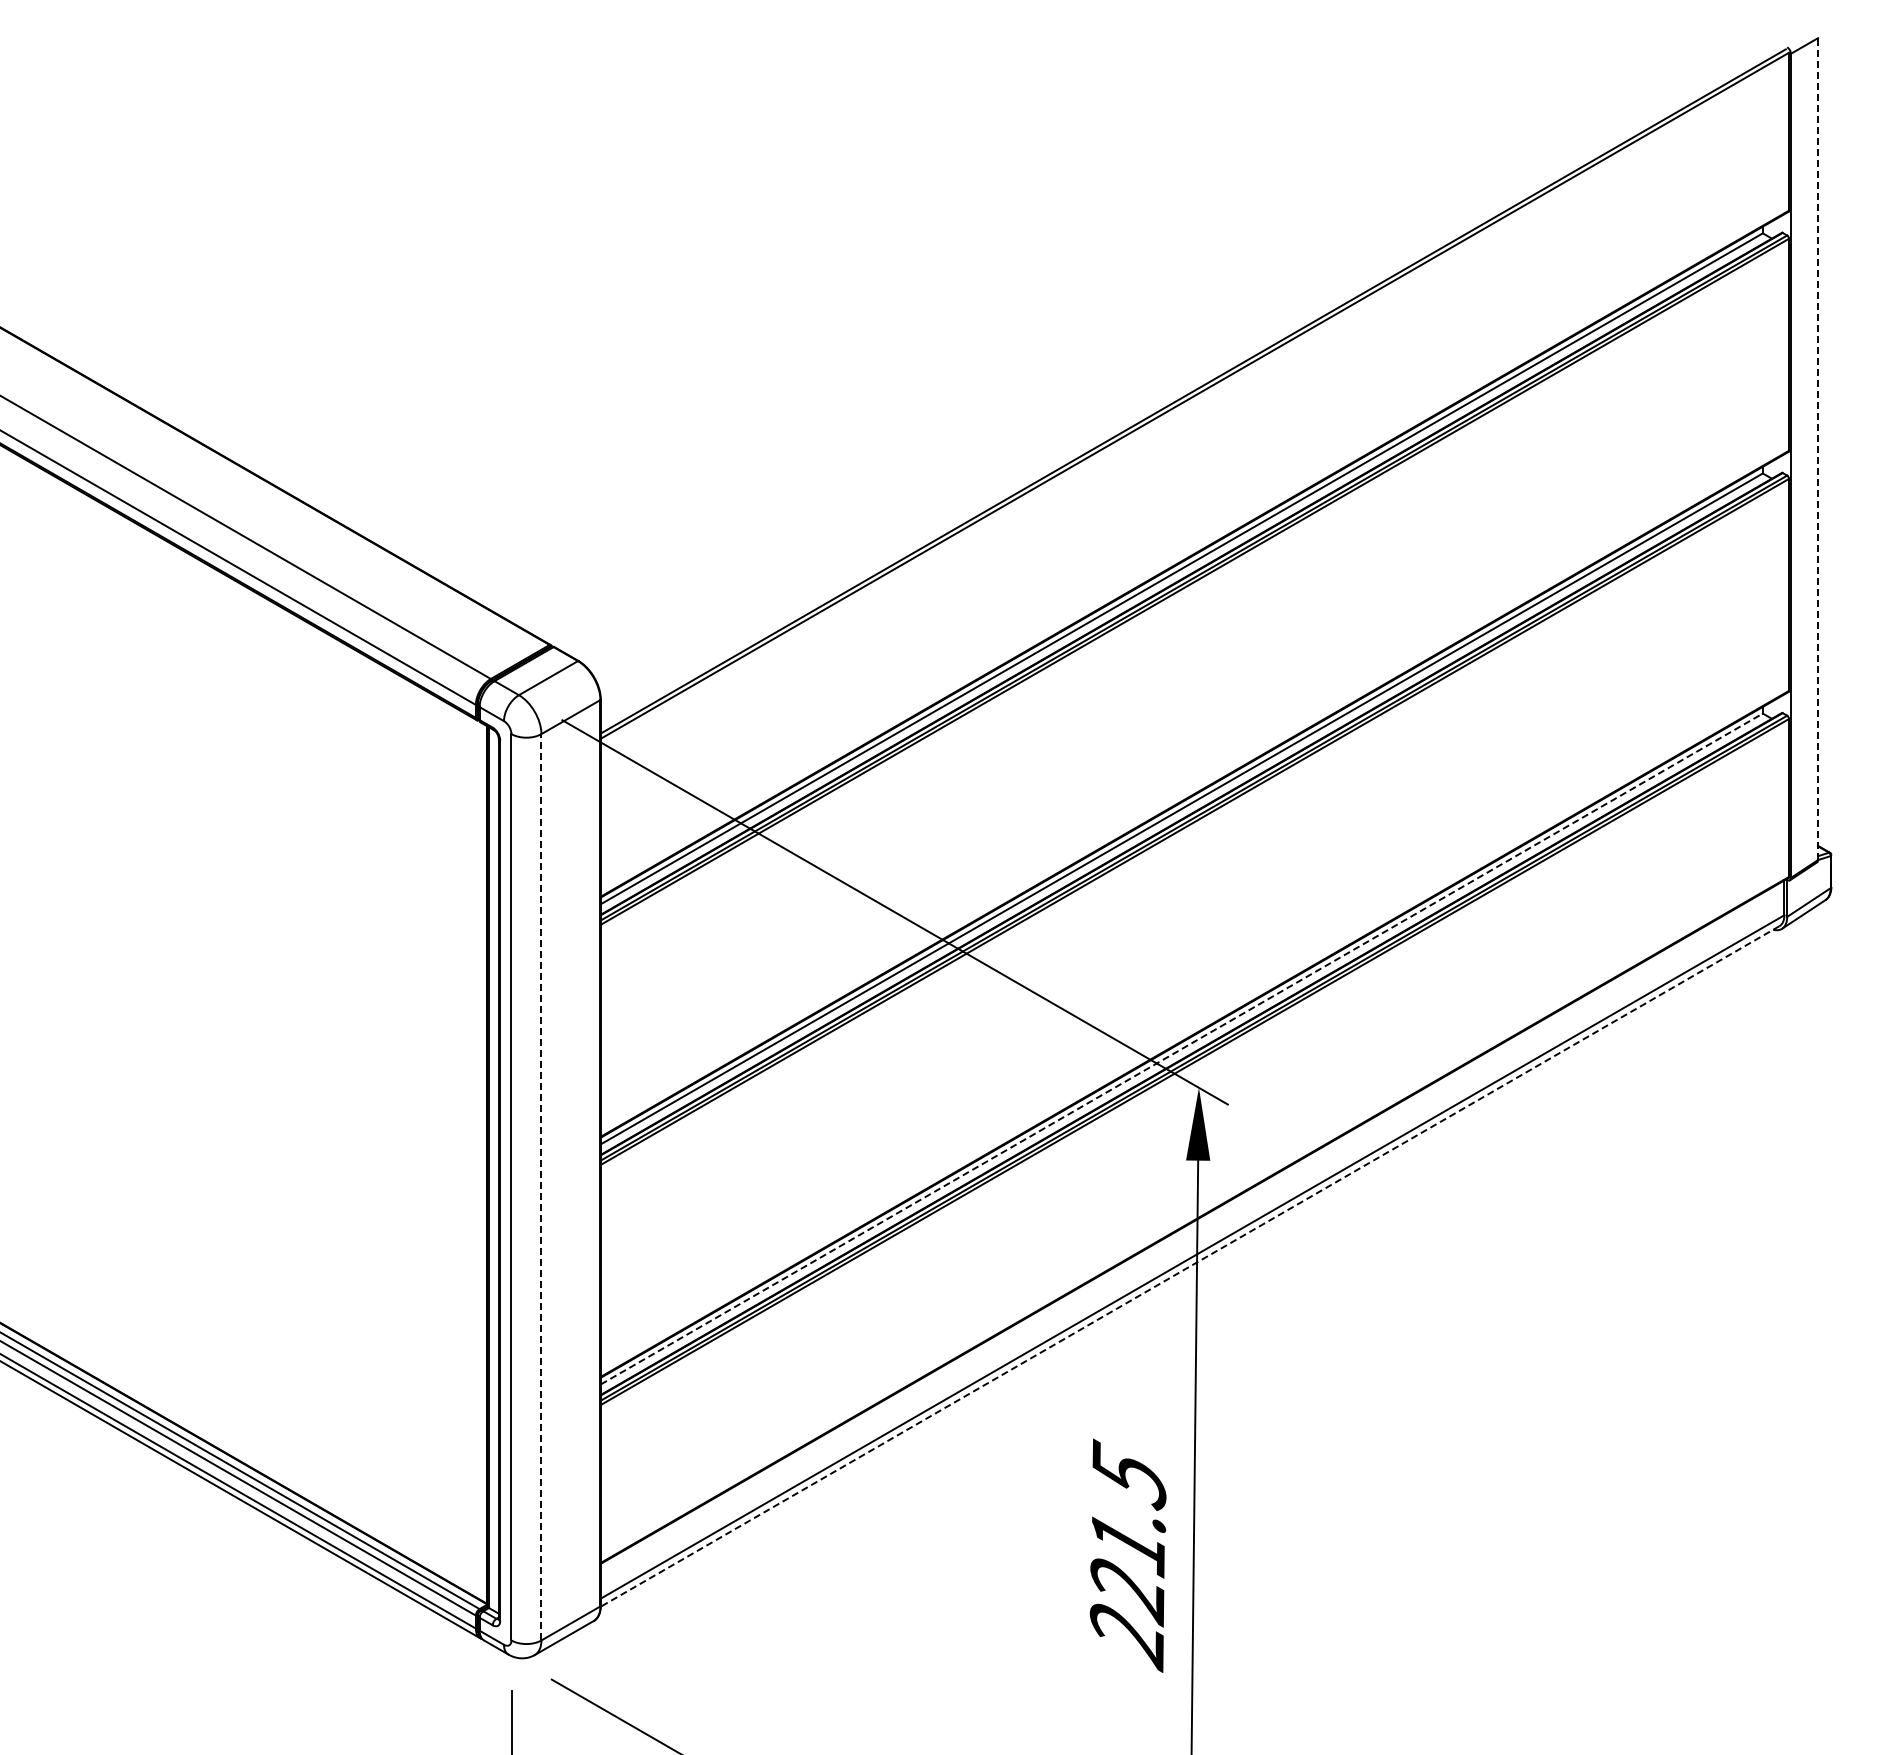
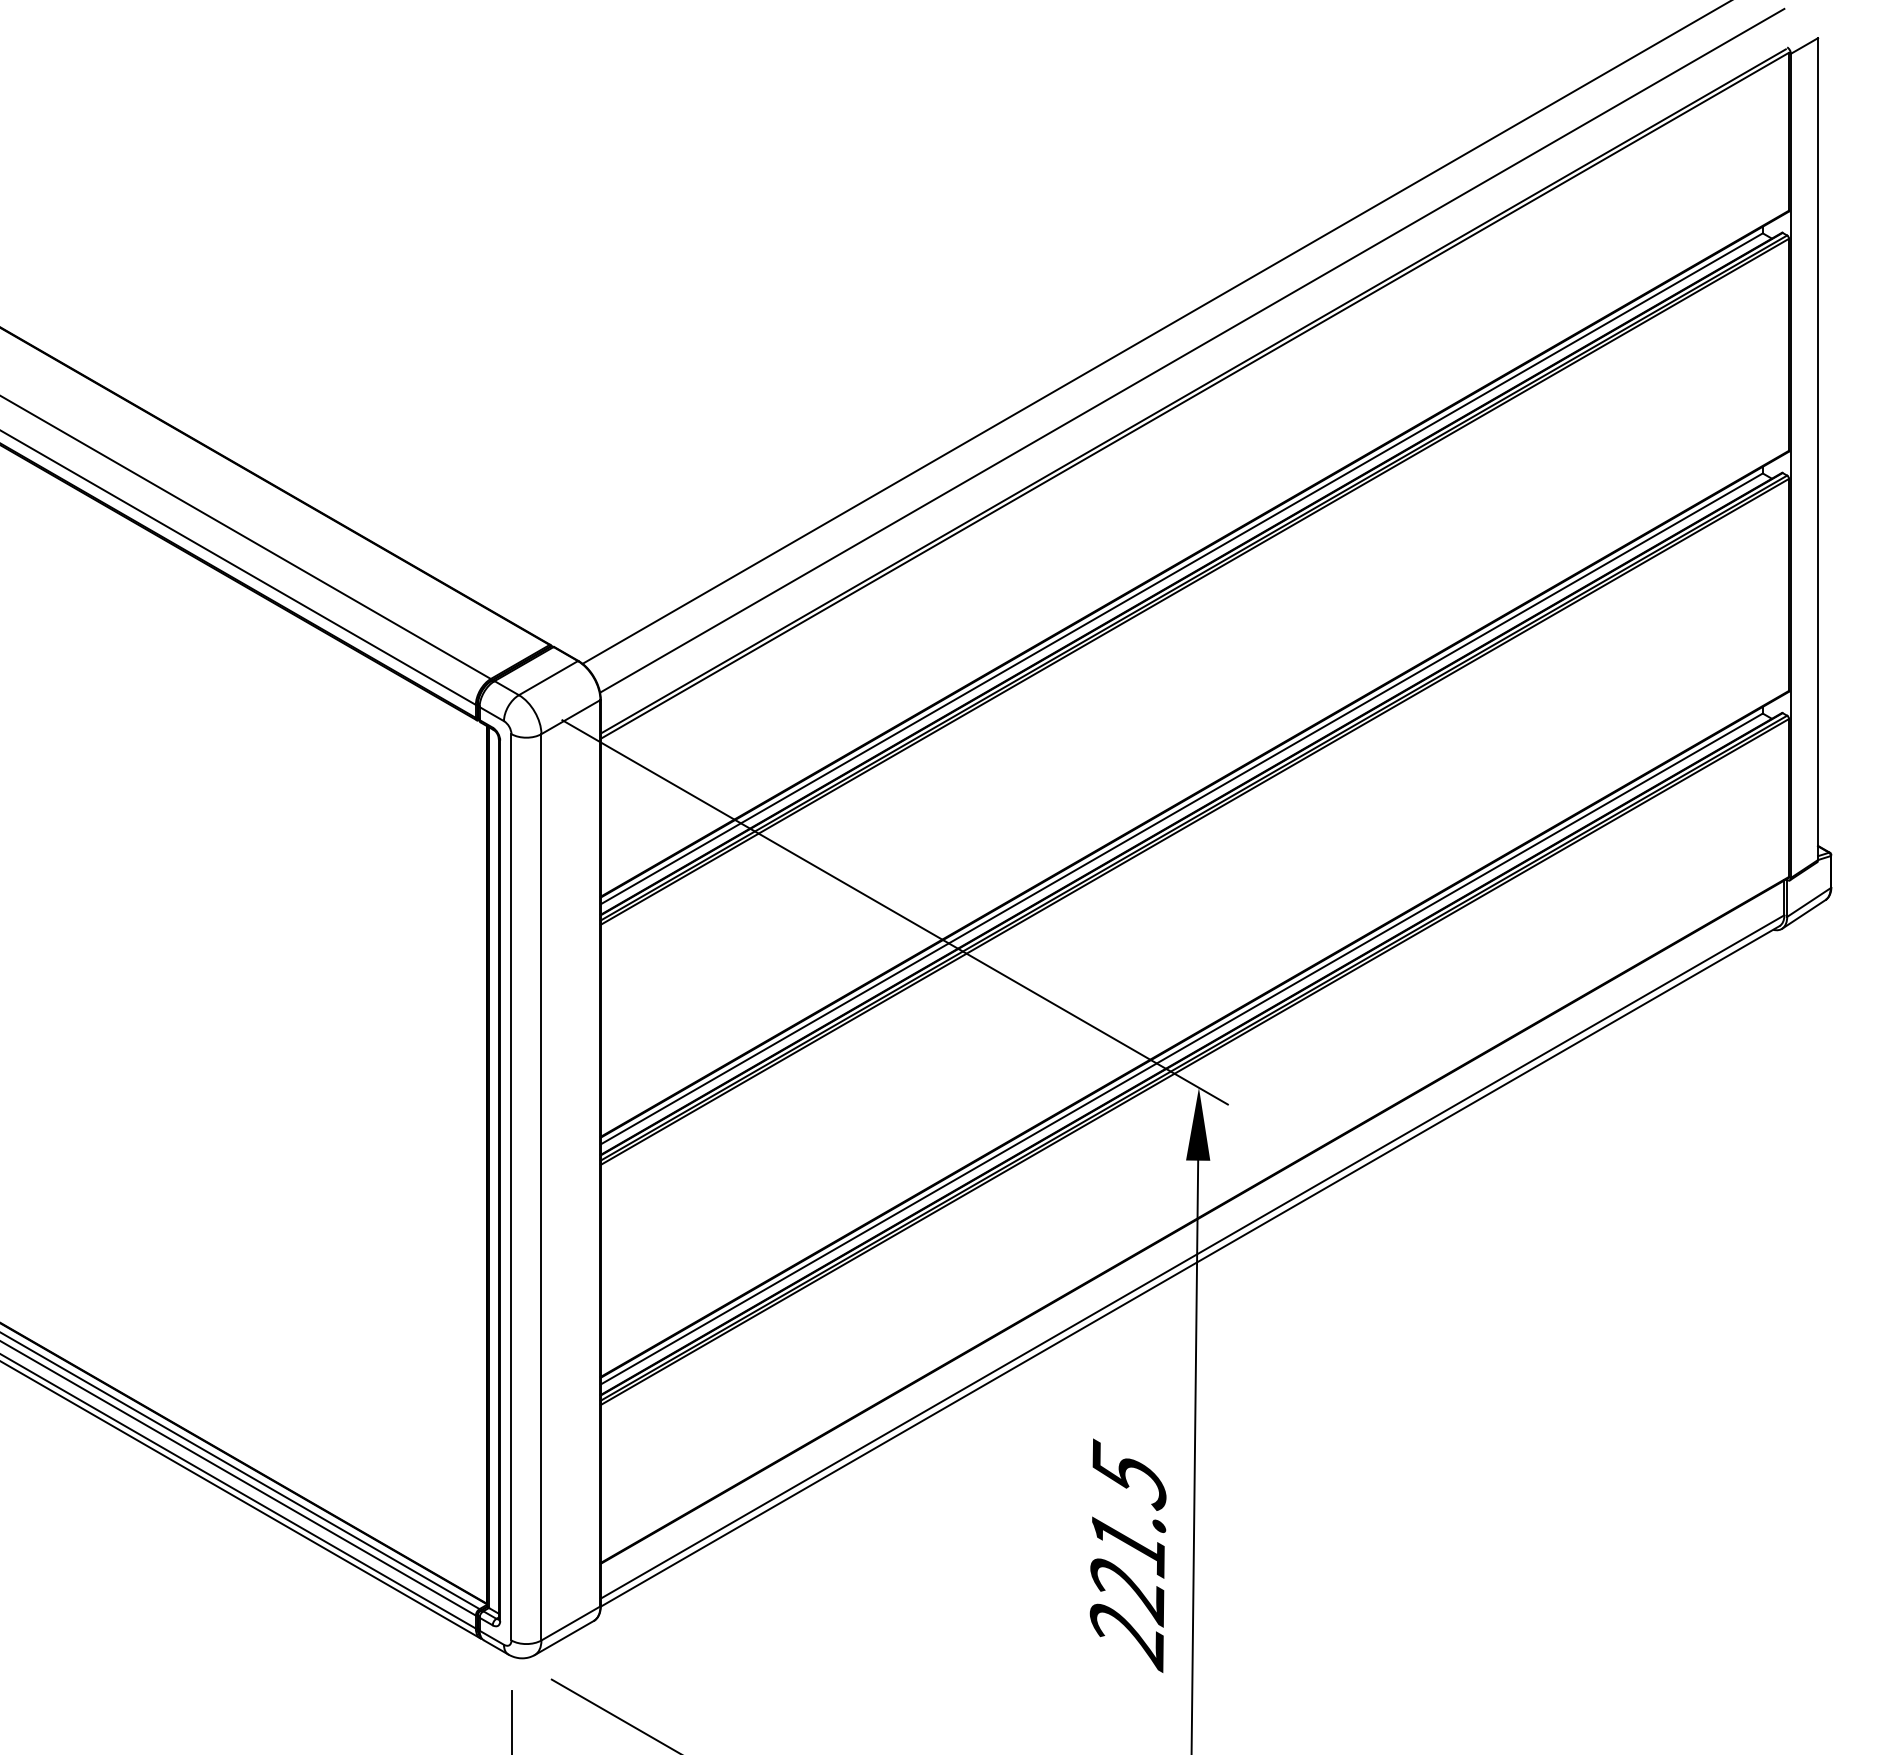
line at (1155, 332): none -> present
line at (1192, 350): none -> present
line at (1818, 449): dashed -> solid
line at (1181, 1049): dashed -> solid
line at (541, 1186): dashed -> solid
line at (1189, 1266): dashed -> solid
